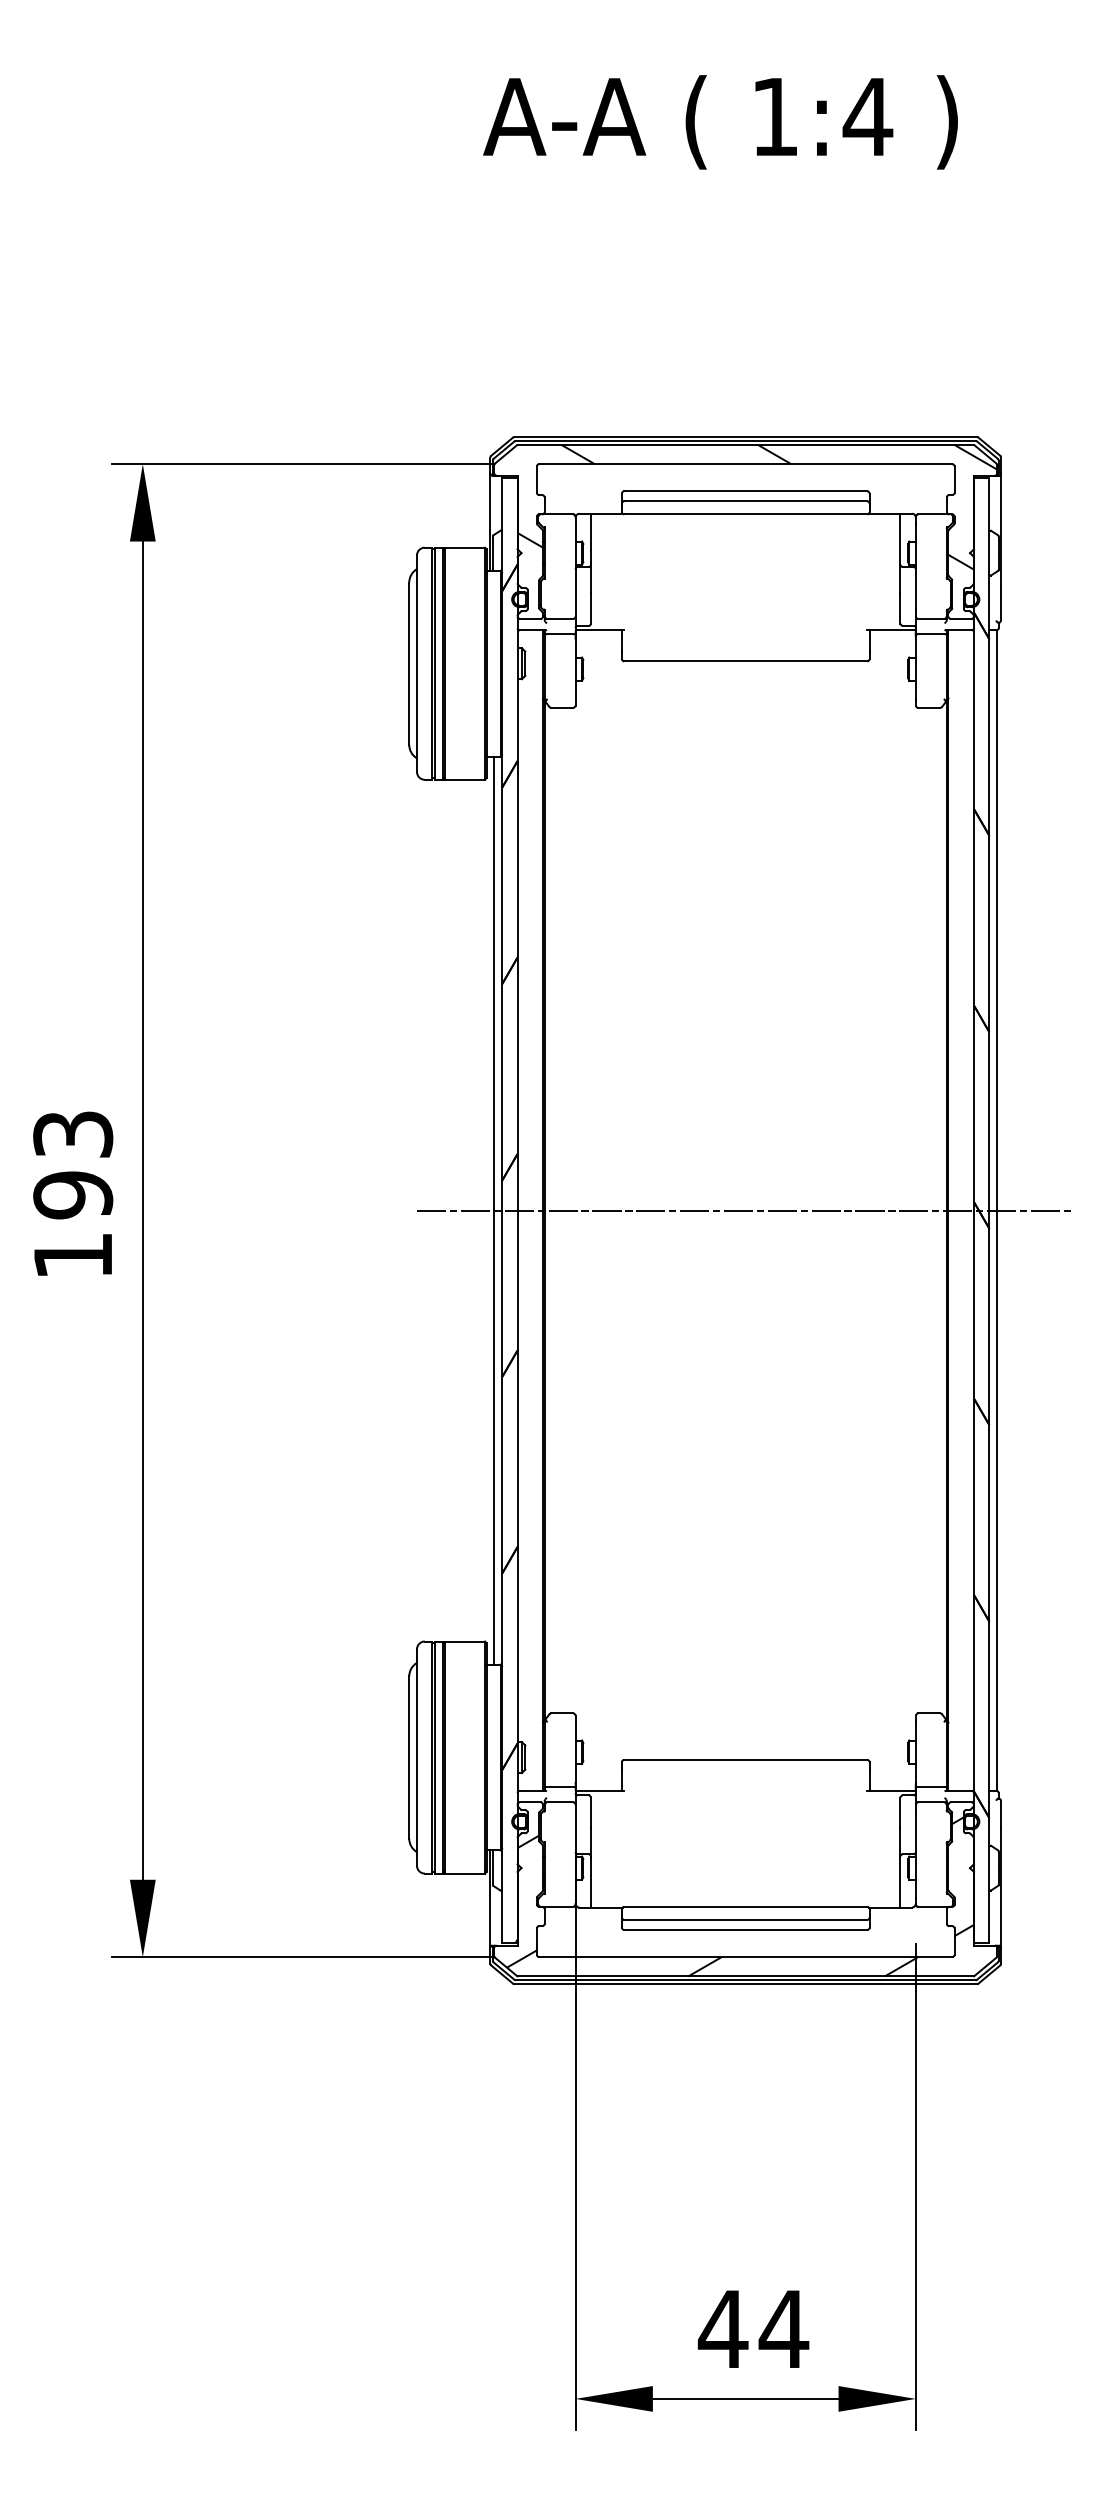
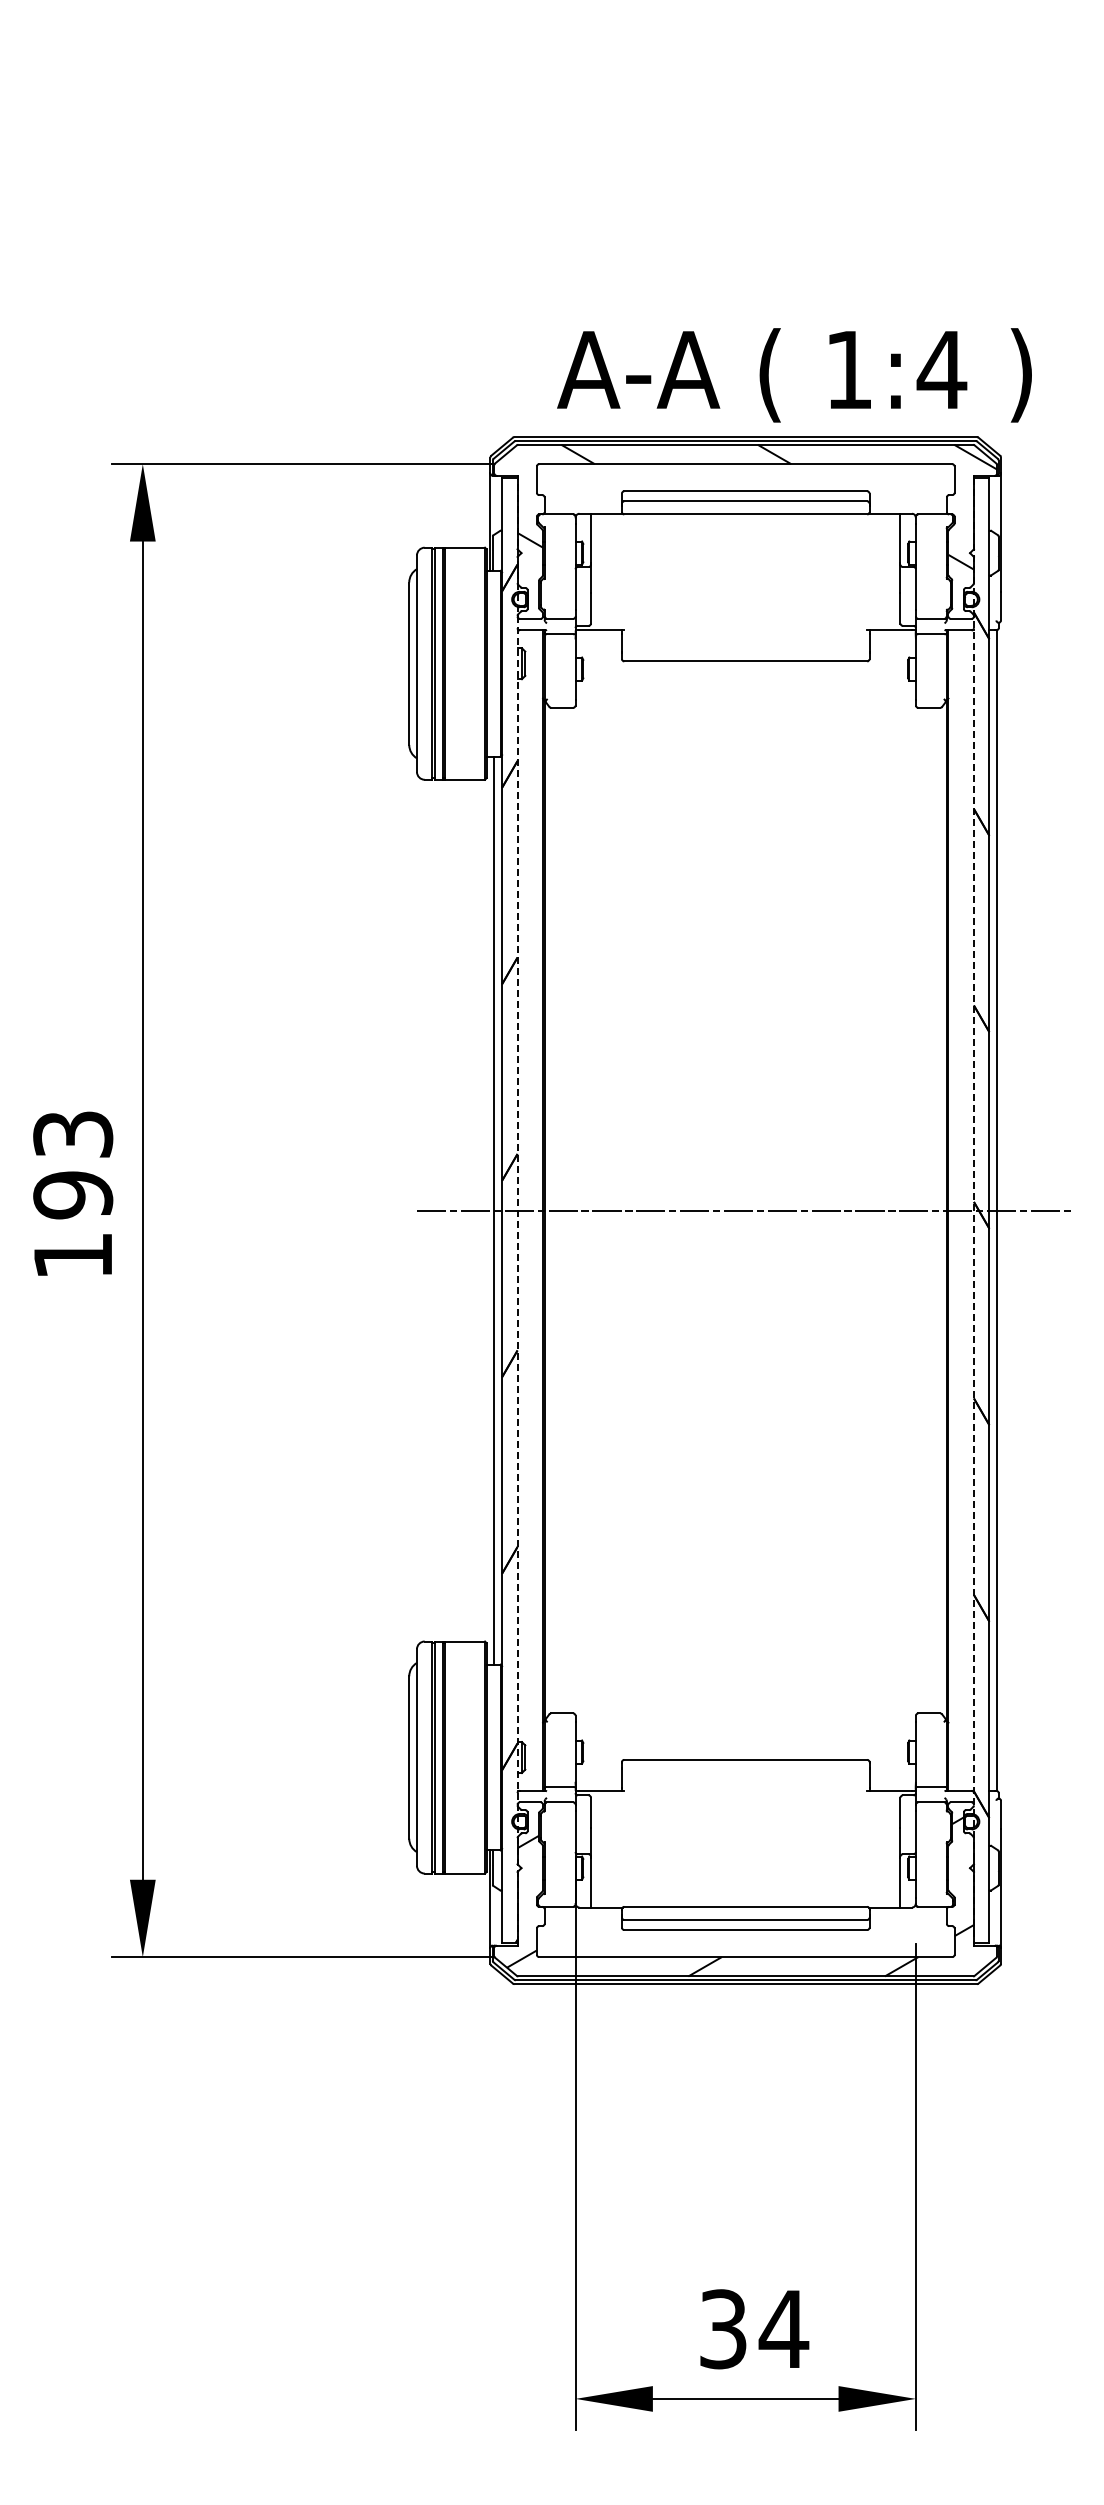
text at (720, 122) position: (720, 122) -> (794, 375)
line at (517, 1210): solid -> dashed
line at (973, 1210): solid -> dashed
text at (722, 2329): 44 -> 34
